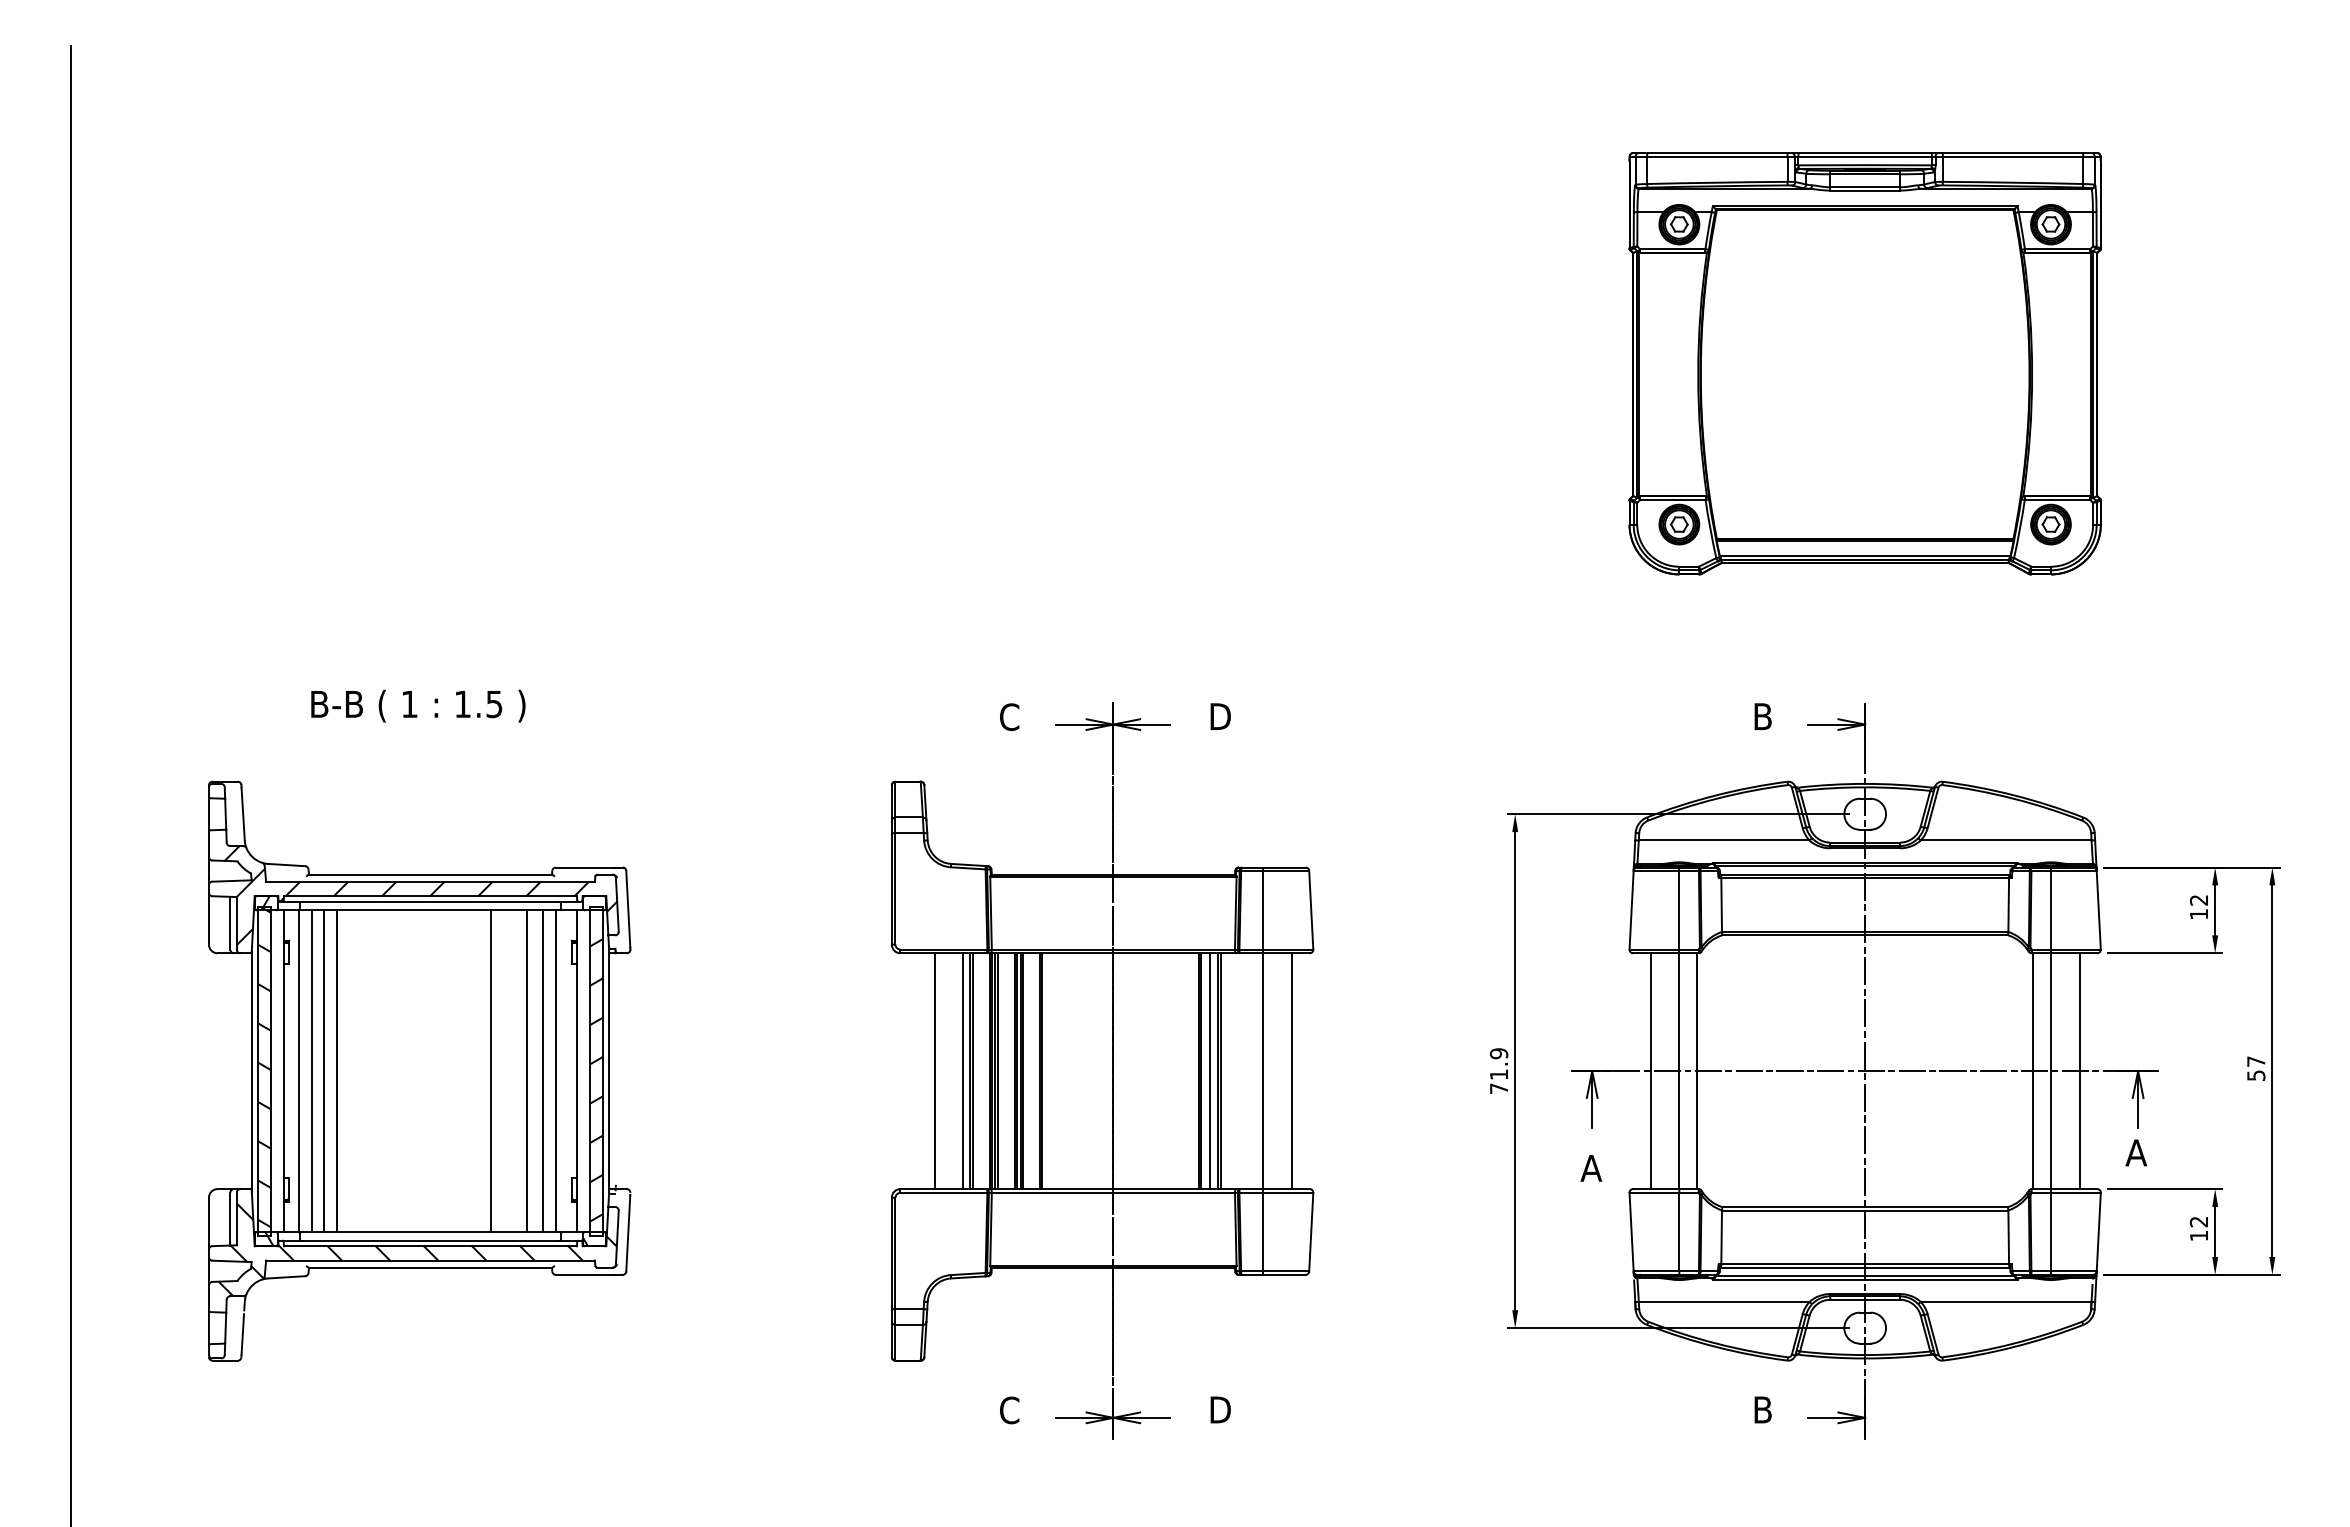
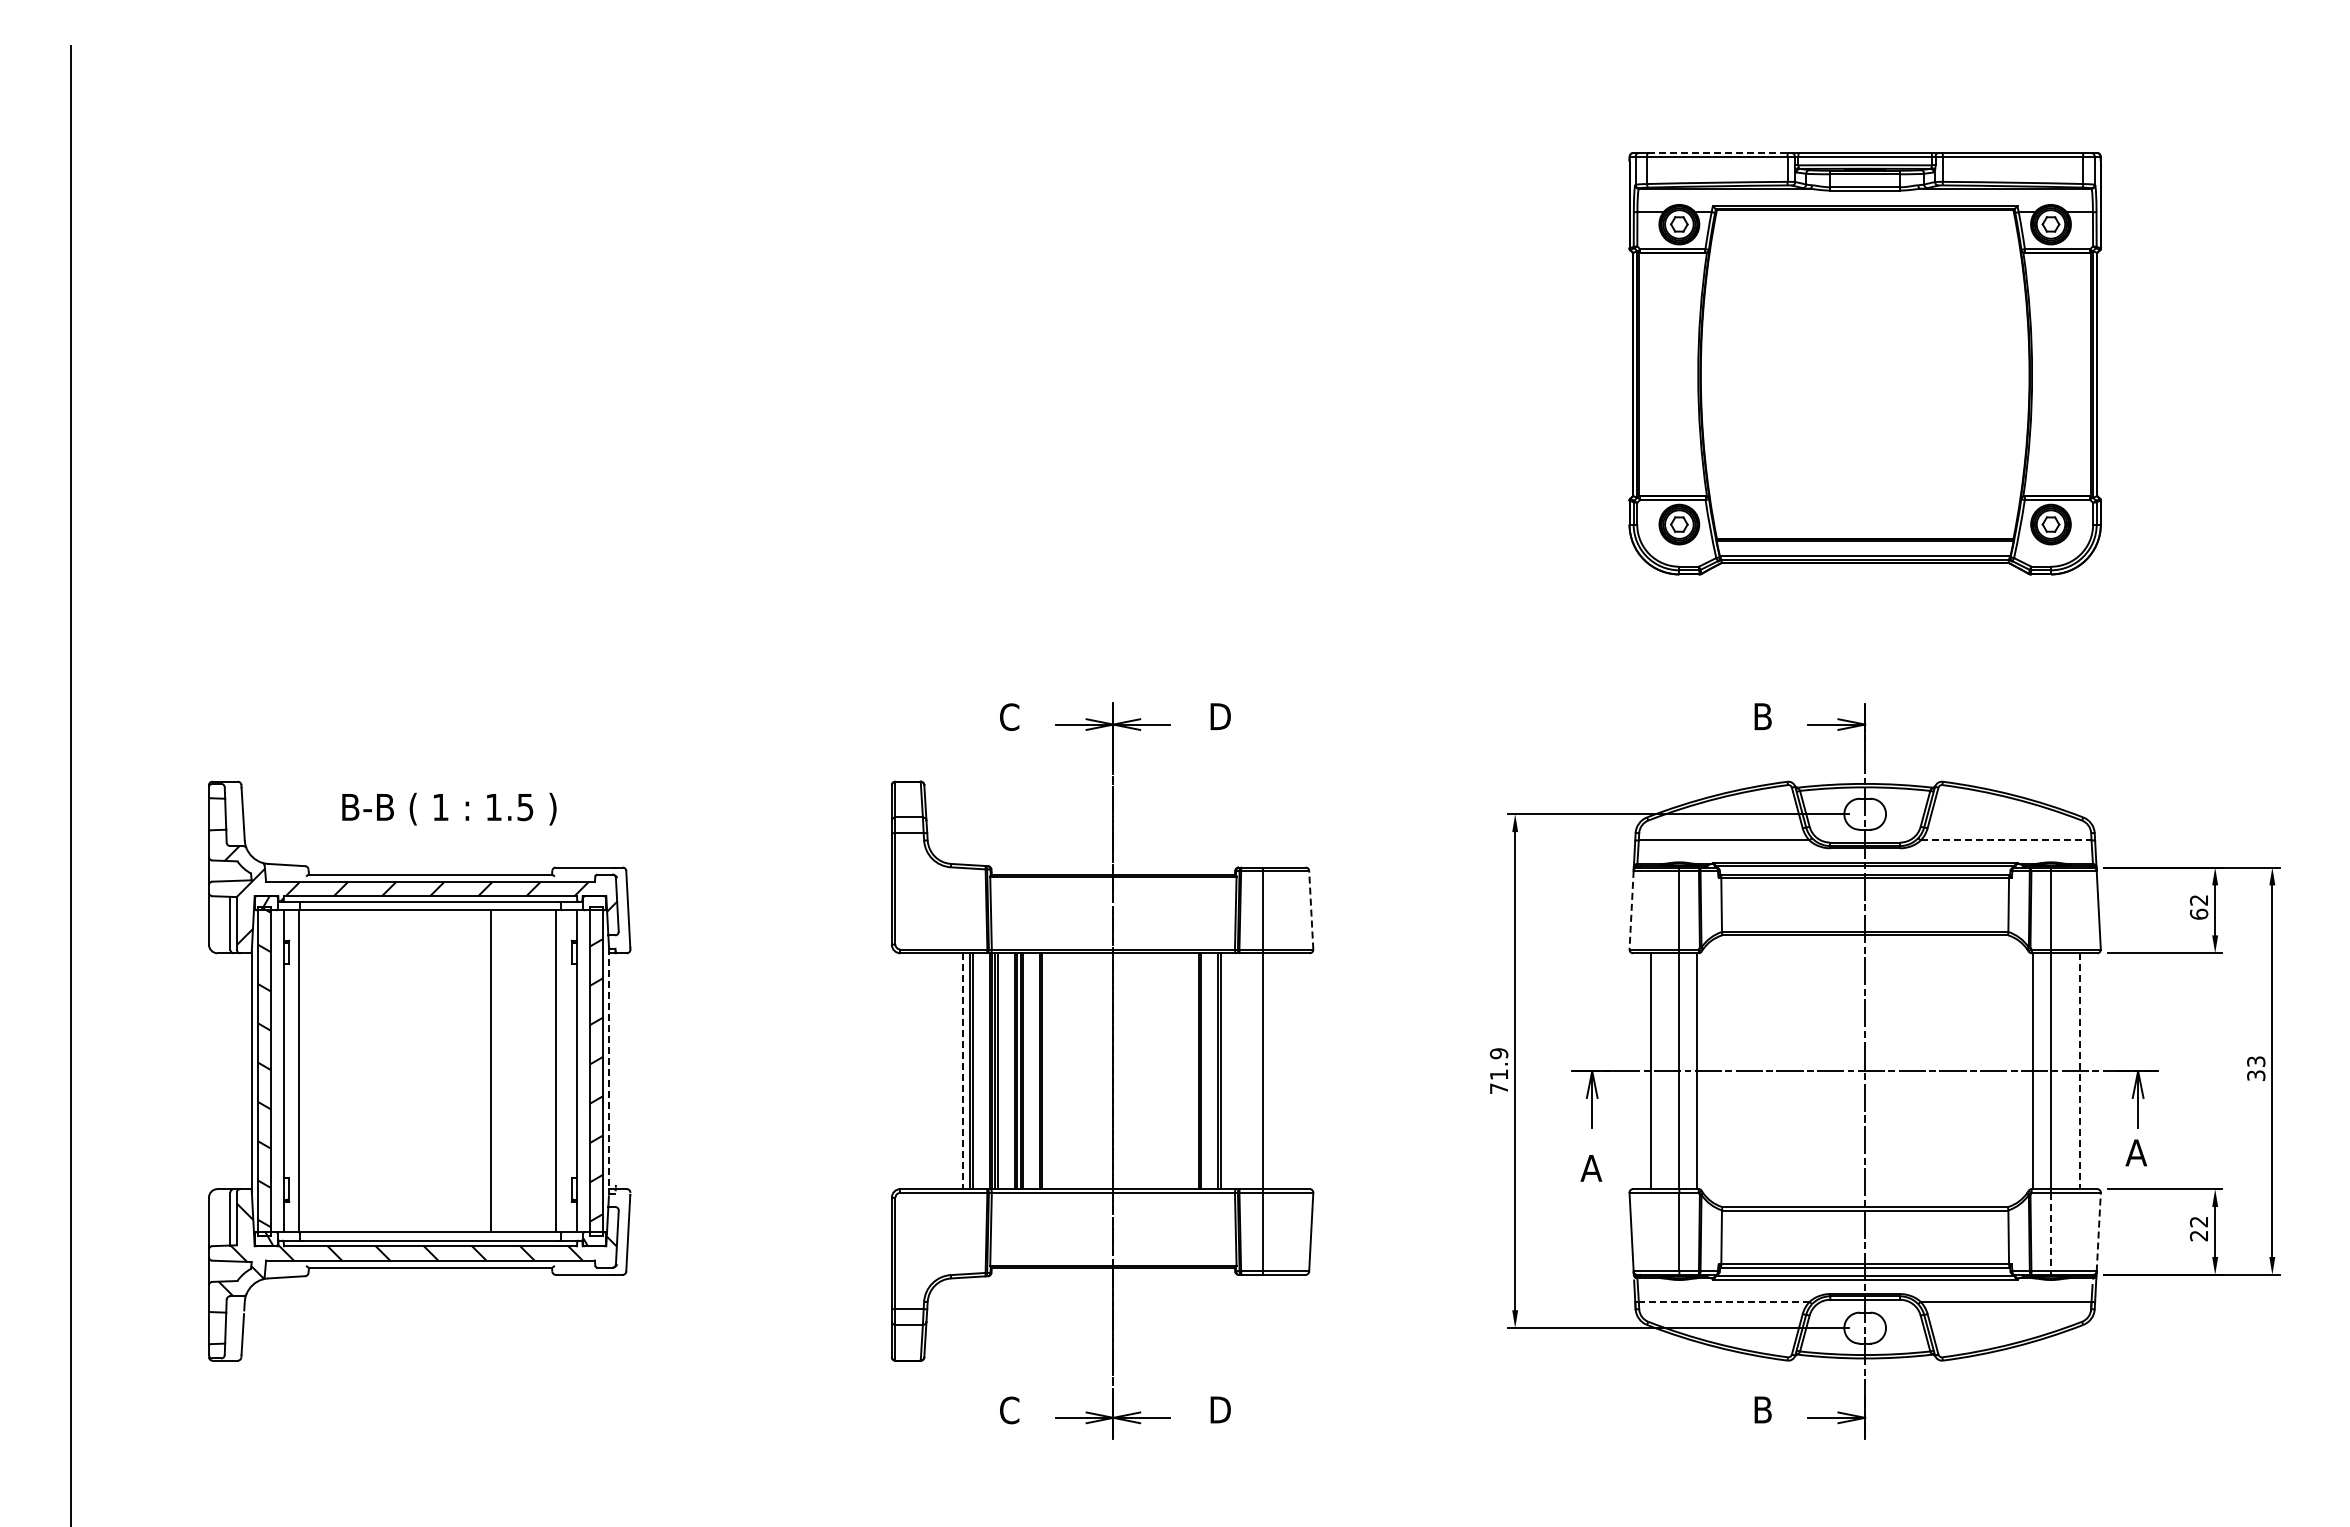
line at (1718, 152): solid -> dashed
text at (418, 705) position: (418, 705) -> (449, 808)
line at (2006, 840): solid -> dashed
line at (1311, 909): solid -> dashed
line at (1631, 910): solid -> dashed
text at (2198, 913): 12 -> 62
text at (2256, 1068): 57 -> 33
line at (311, 1070): present -> none
line at (324, 1070): present -> none
line at (336, 1070): present -> none
line at (526, 1070): present -> none
line at (543, 1070): present -> none
line at (609, 1071): solid -> dashed
line at (934, 1071): present -> none
line at (963, 1071): solid -> dashed
line at (1209, 1071): present -> none
line at (1292, 1071): present -> none
line at (2079, 1071): solid -> dashed
line at (2098, 1231): solid -> dashed
line at (2051, 1232): solid -> dashed
text at (2198, 1236): 12 -> 22
line at (1723, 1301): solid -> dashed
